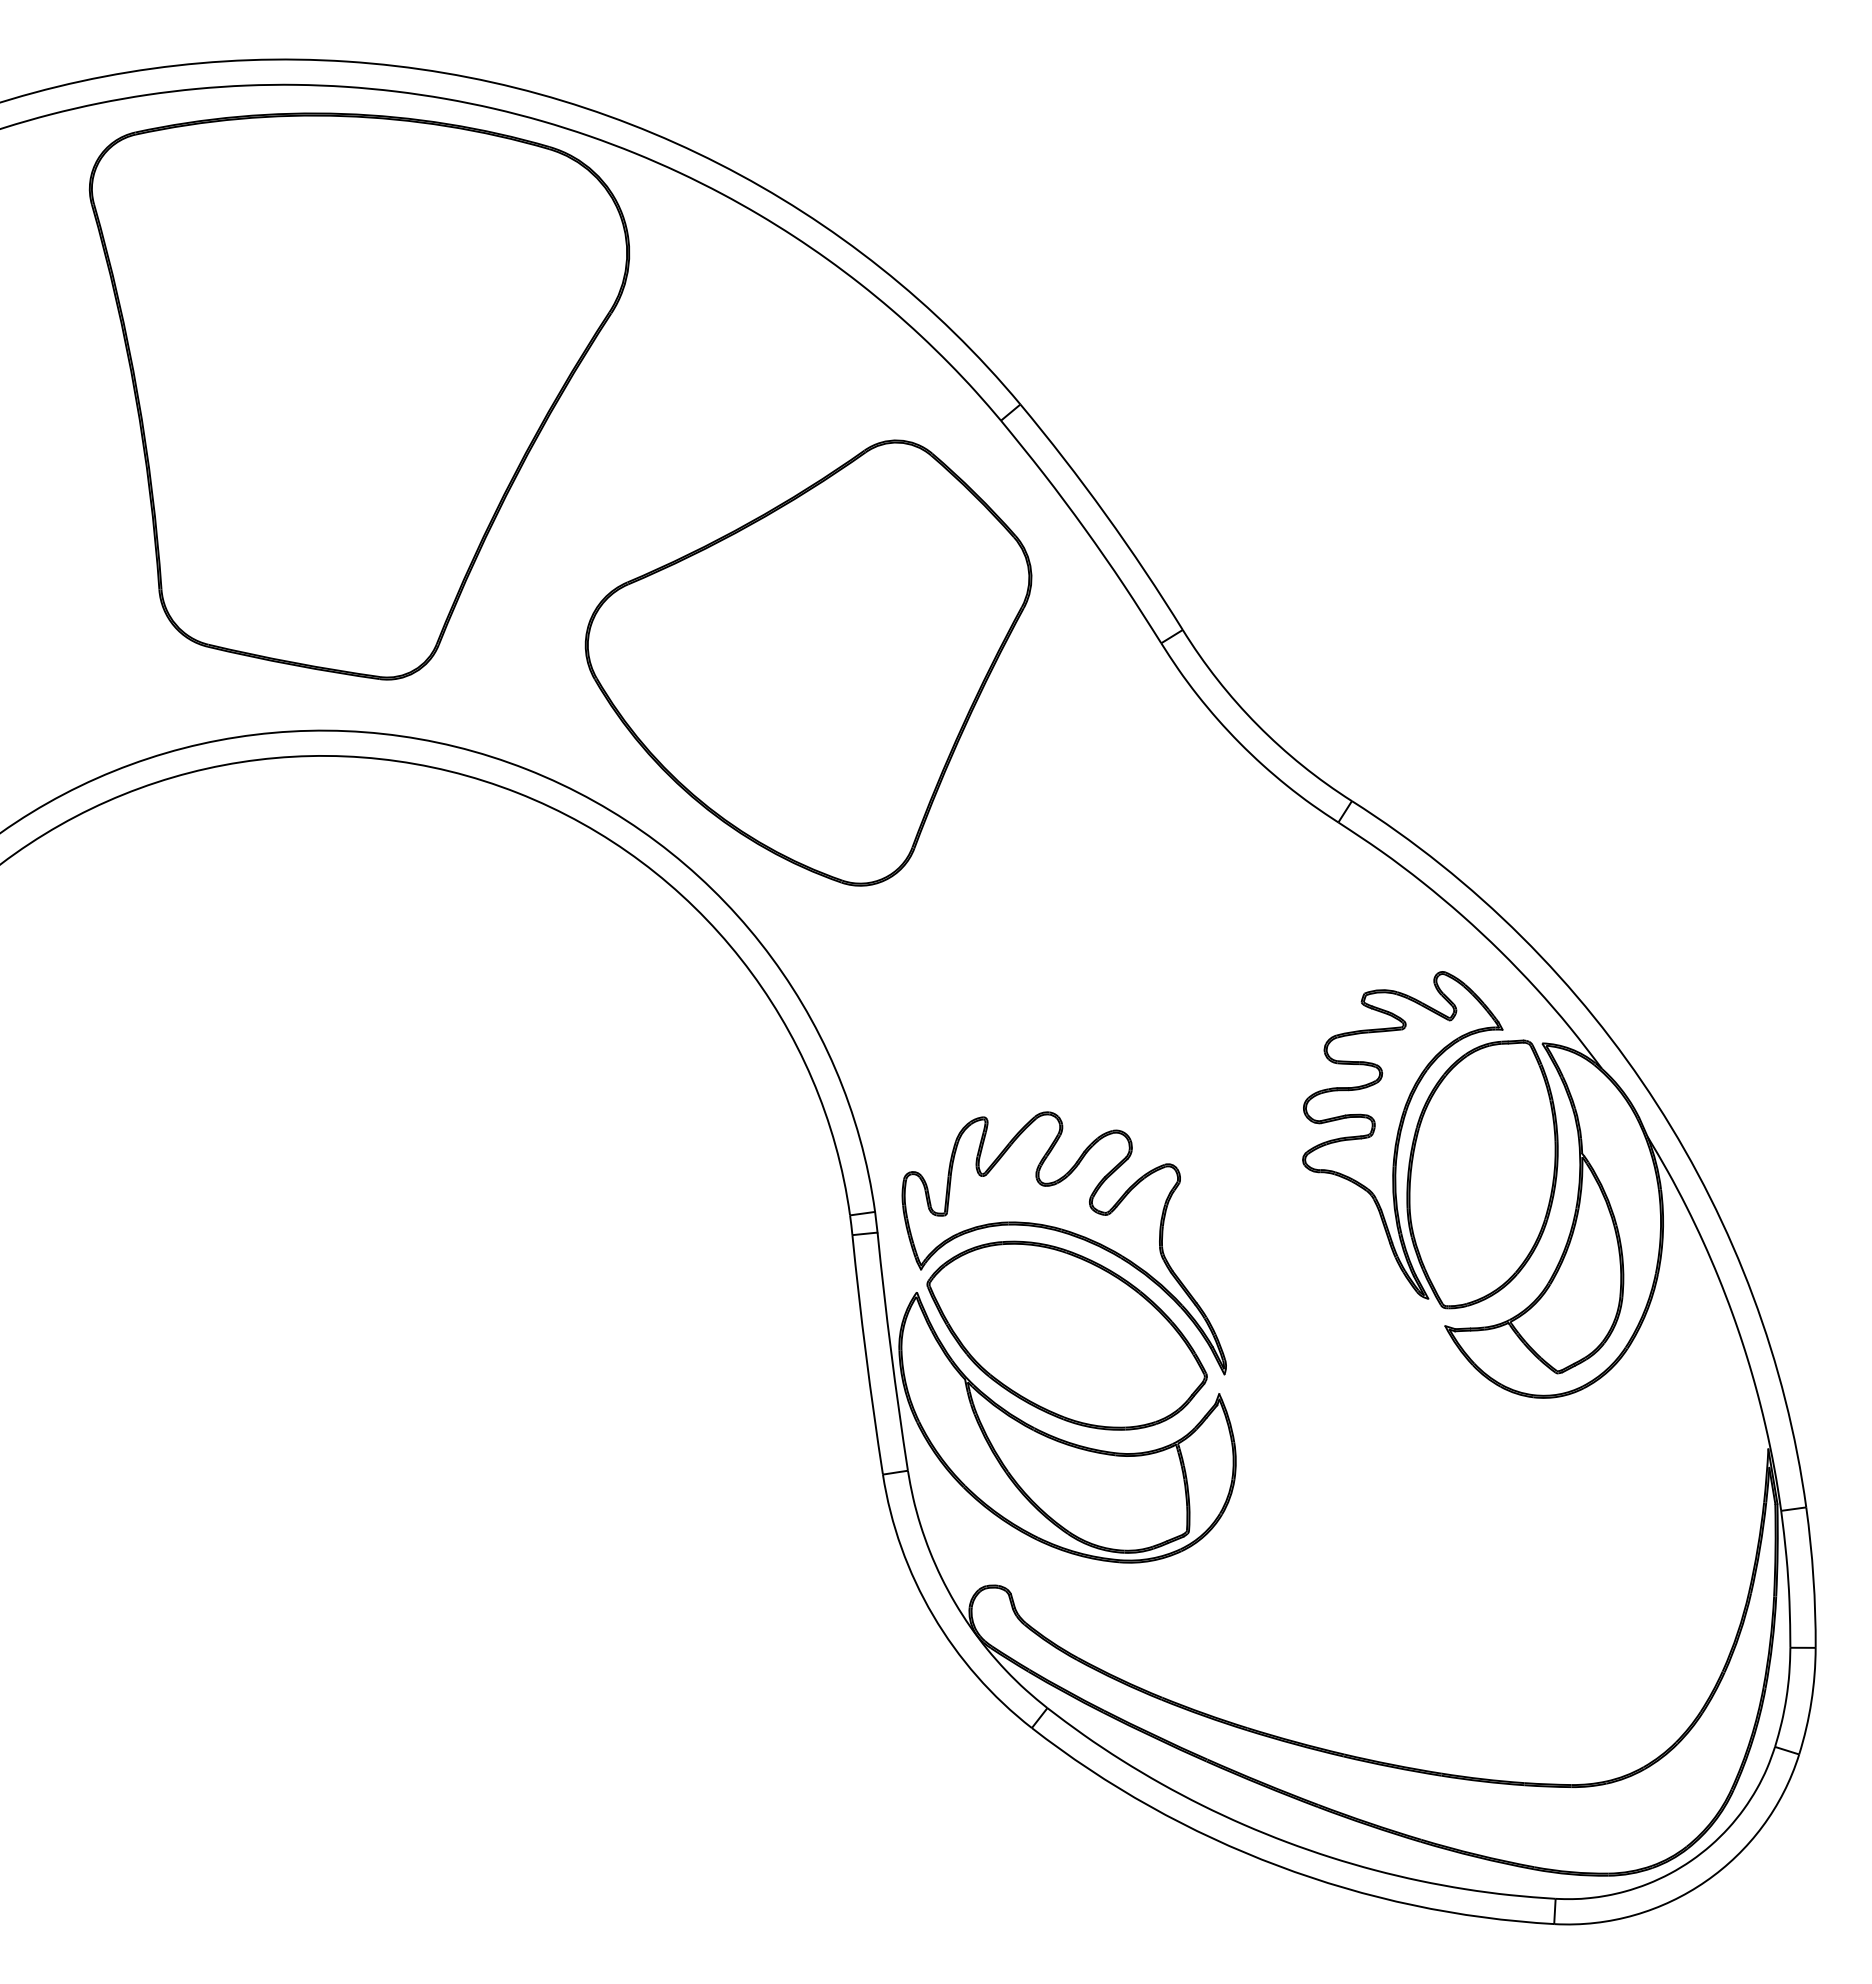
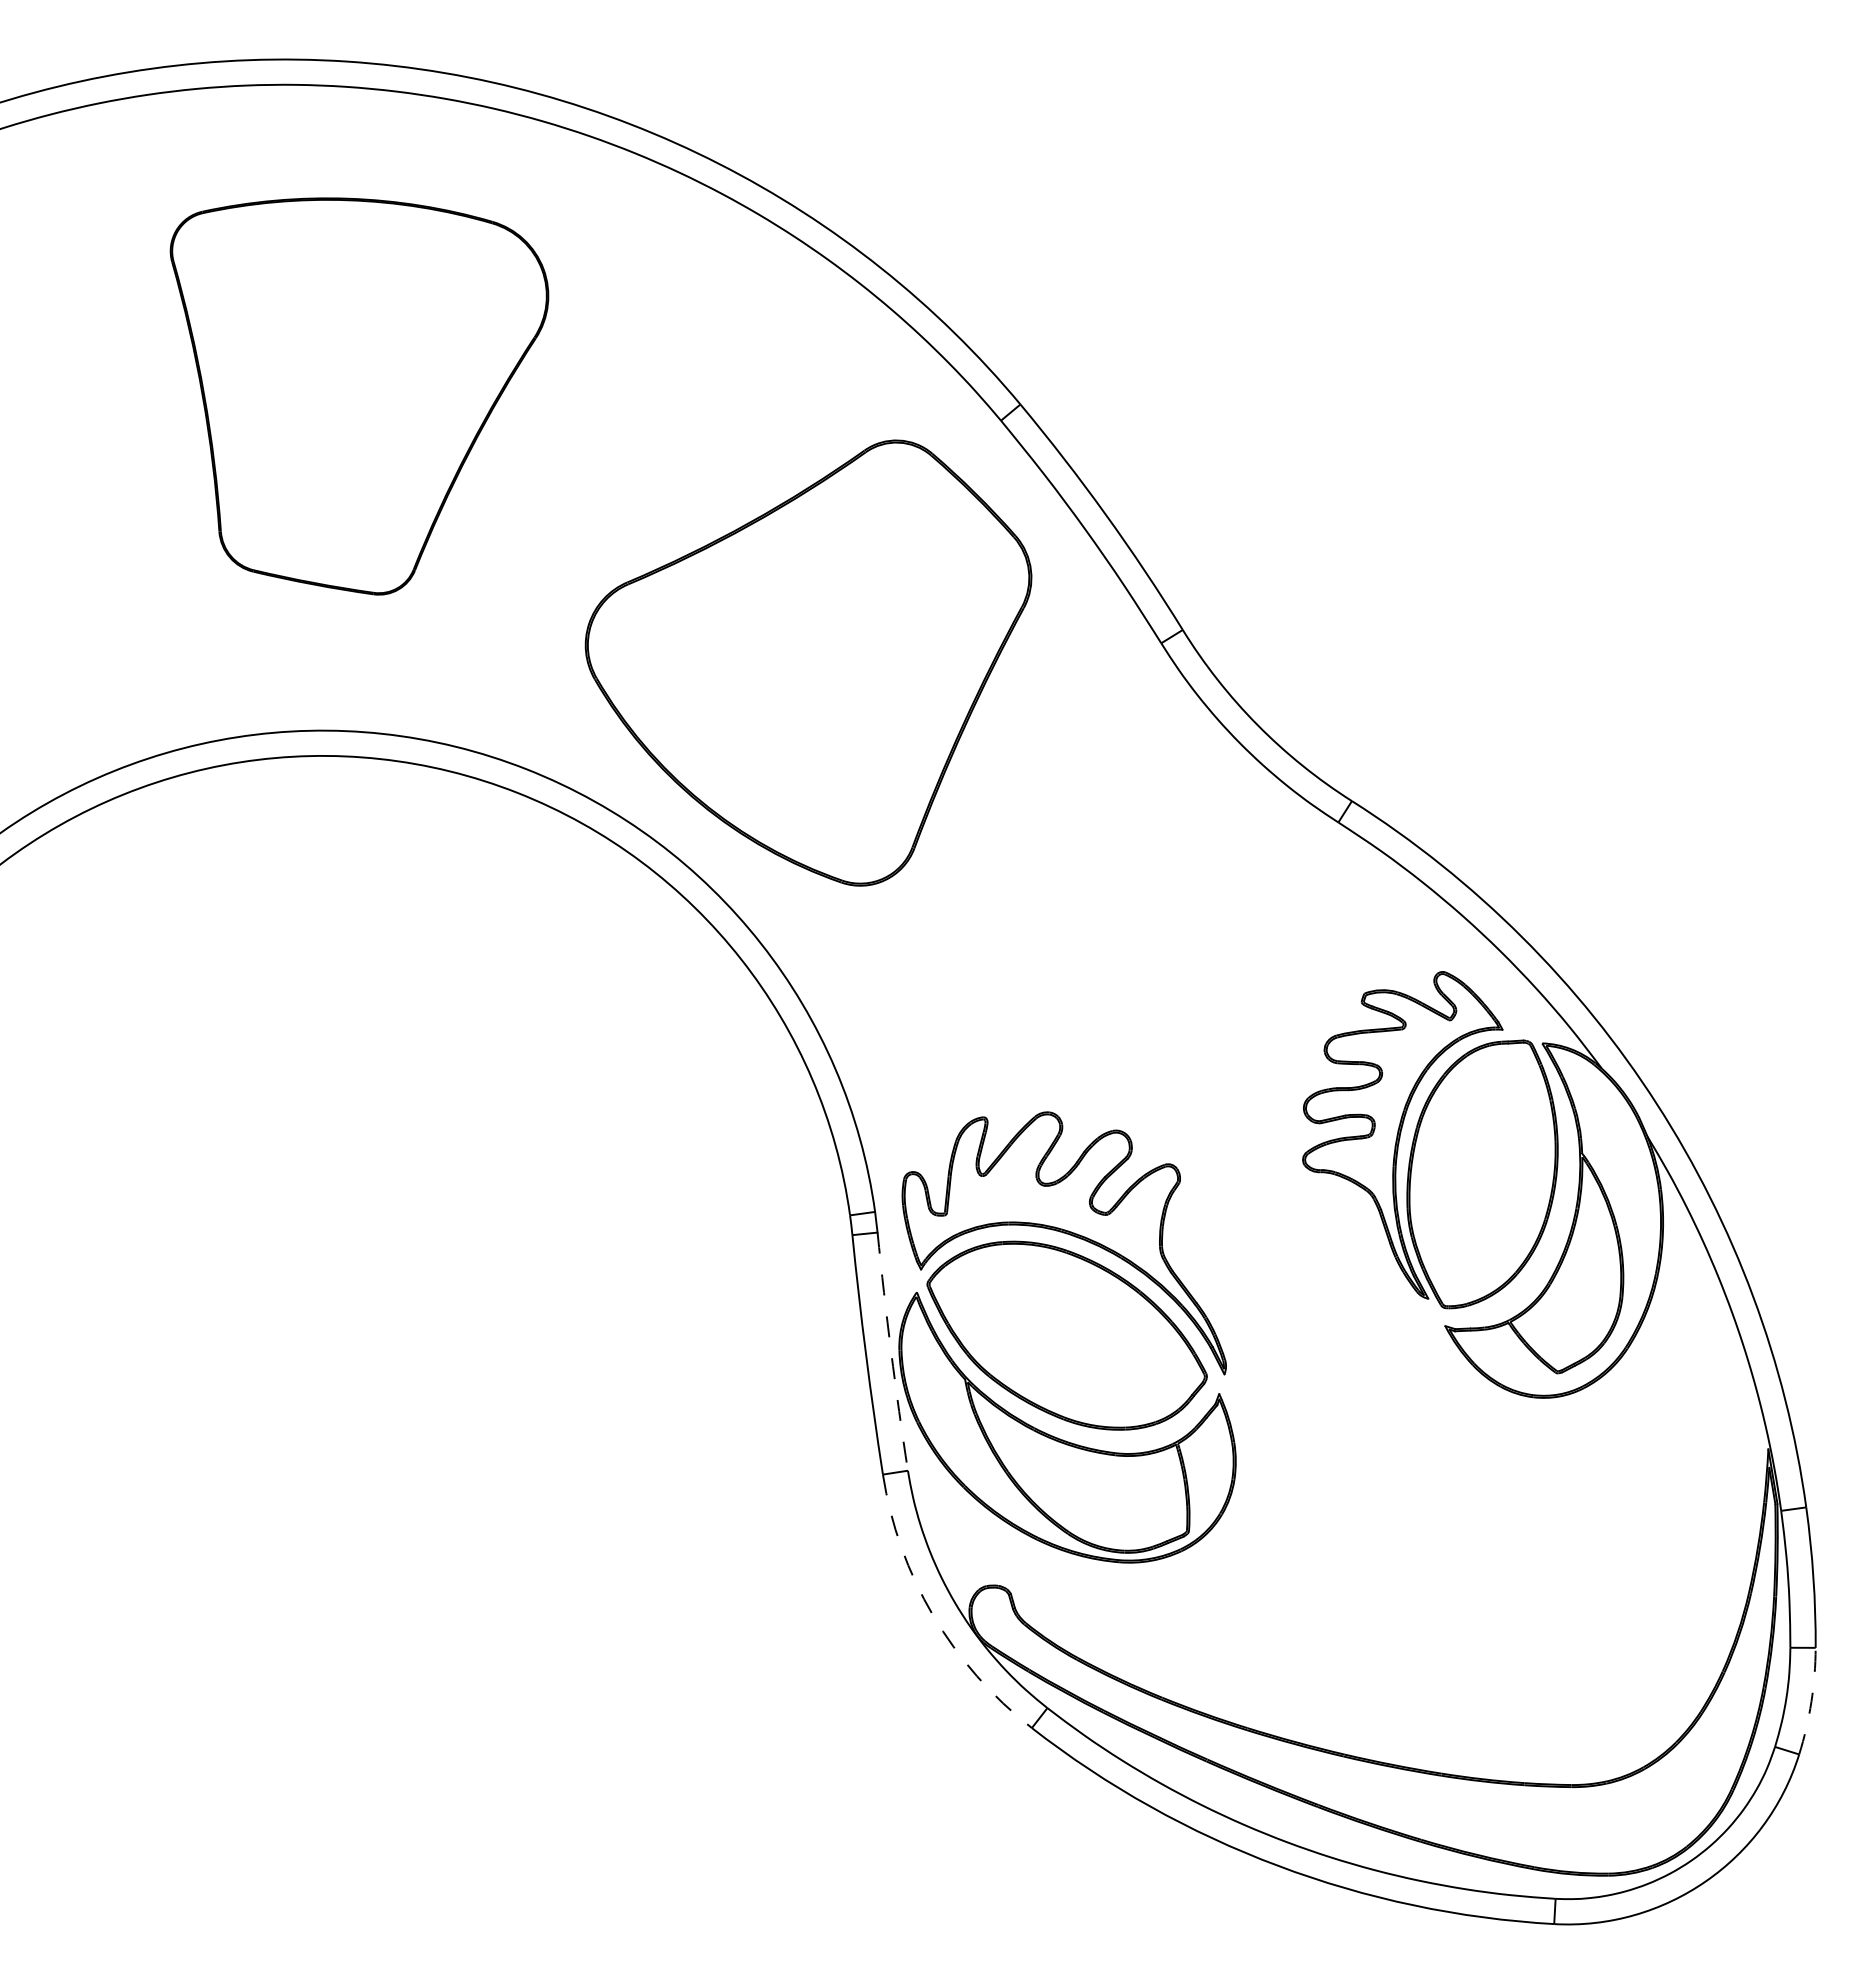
part at (359, 396) size: 543x569 px -> 381x399 px
arc at (891, 1351): solid -> dashed
arc at (933, 1615): solid -> dashed
arc at (1811, 1701): solid -> dashed
